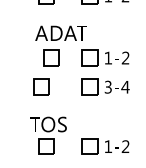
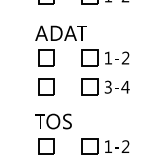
part at (51, 57) position: (51, 57) -> (46, 57)
part at (41, 86) position: (41, 86) -> (46, 86)
part at (48, 124) position: (48, 124) -> (53, 121)
